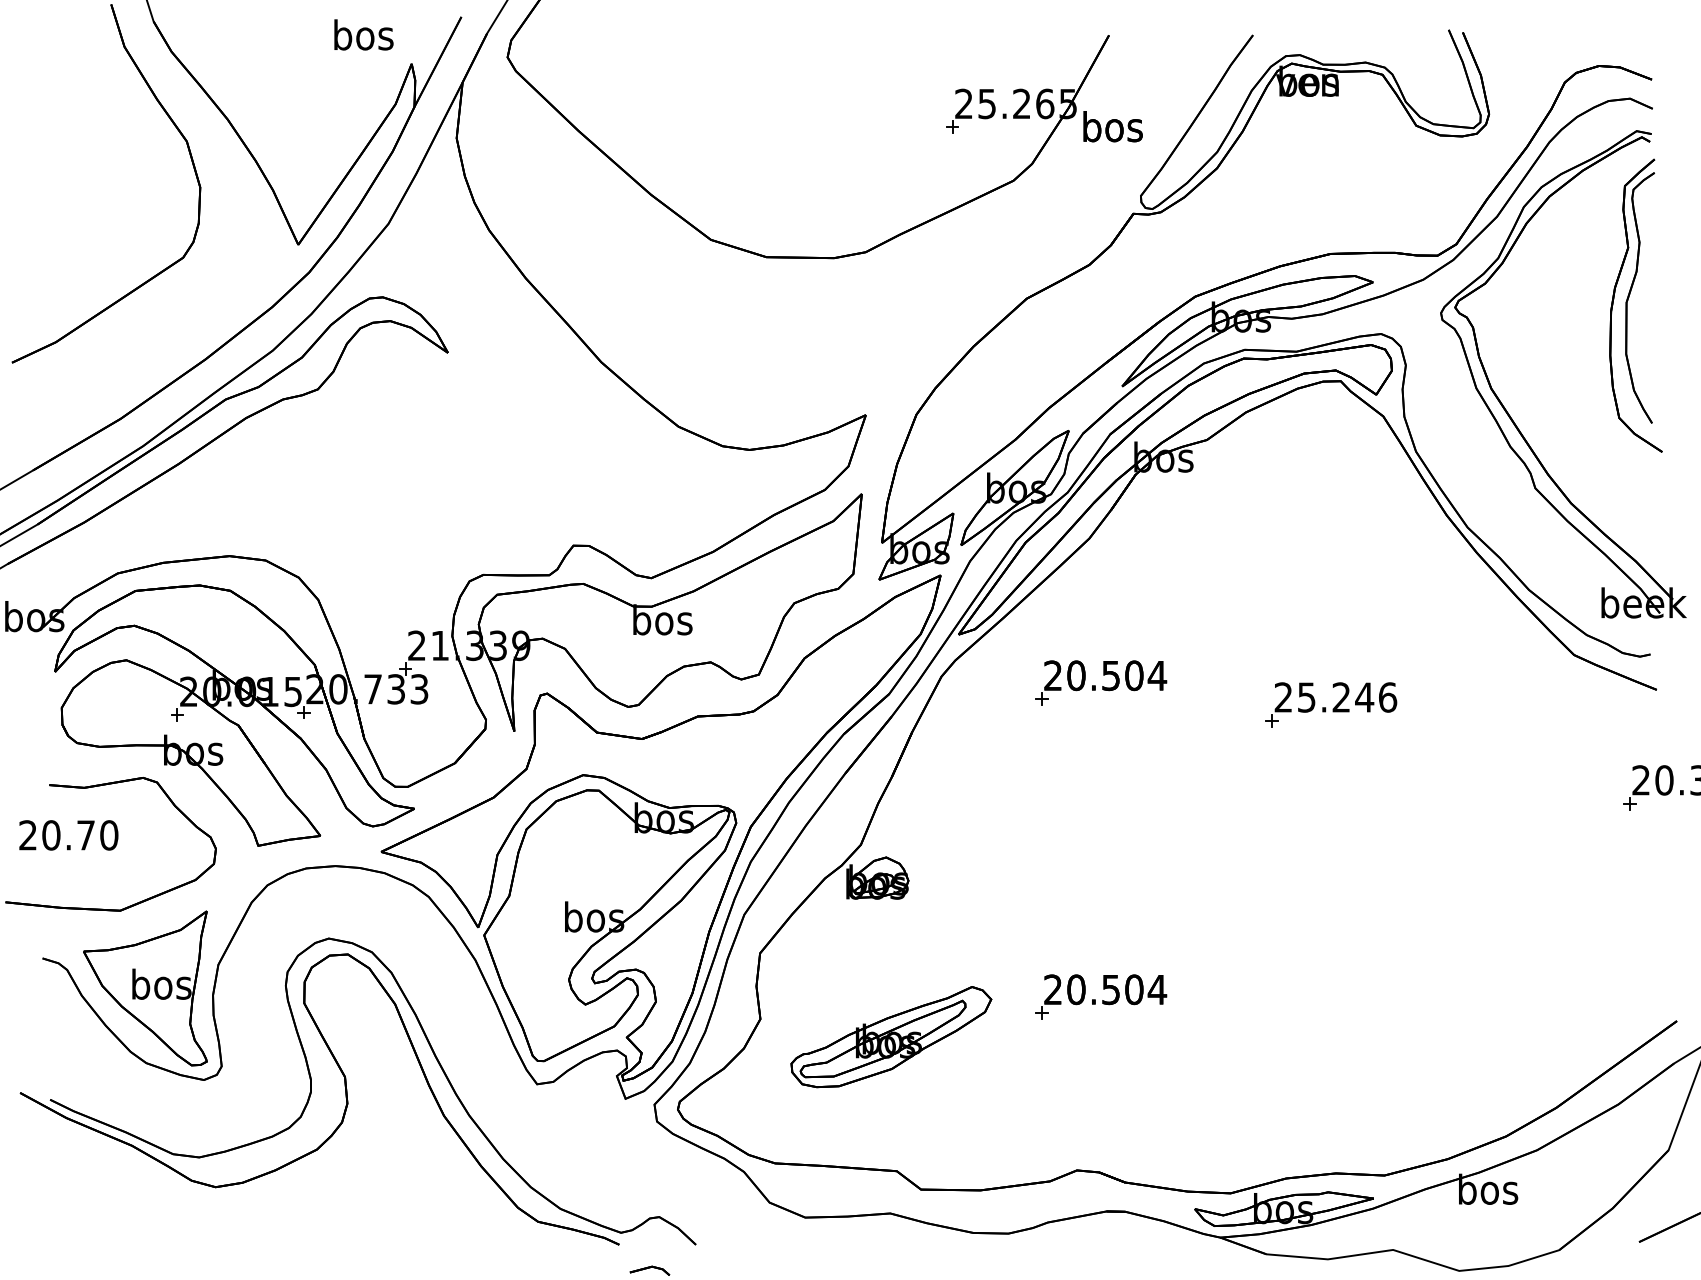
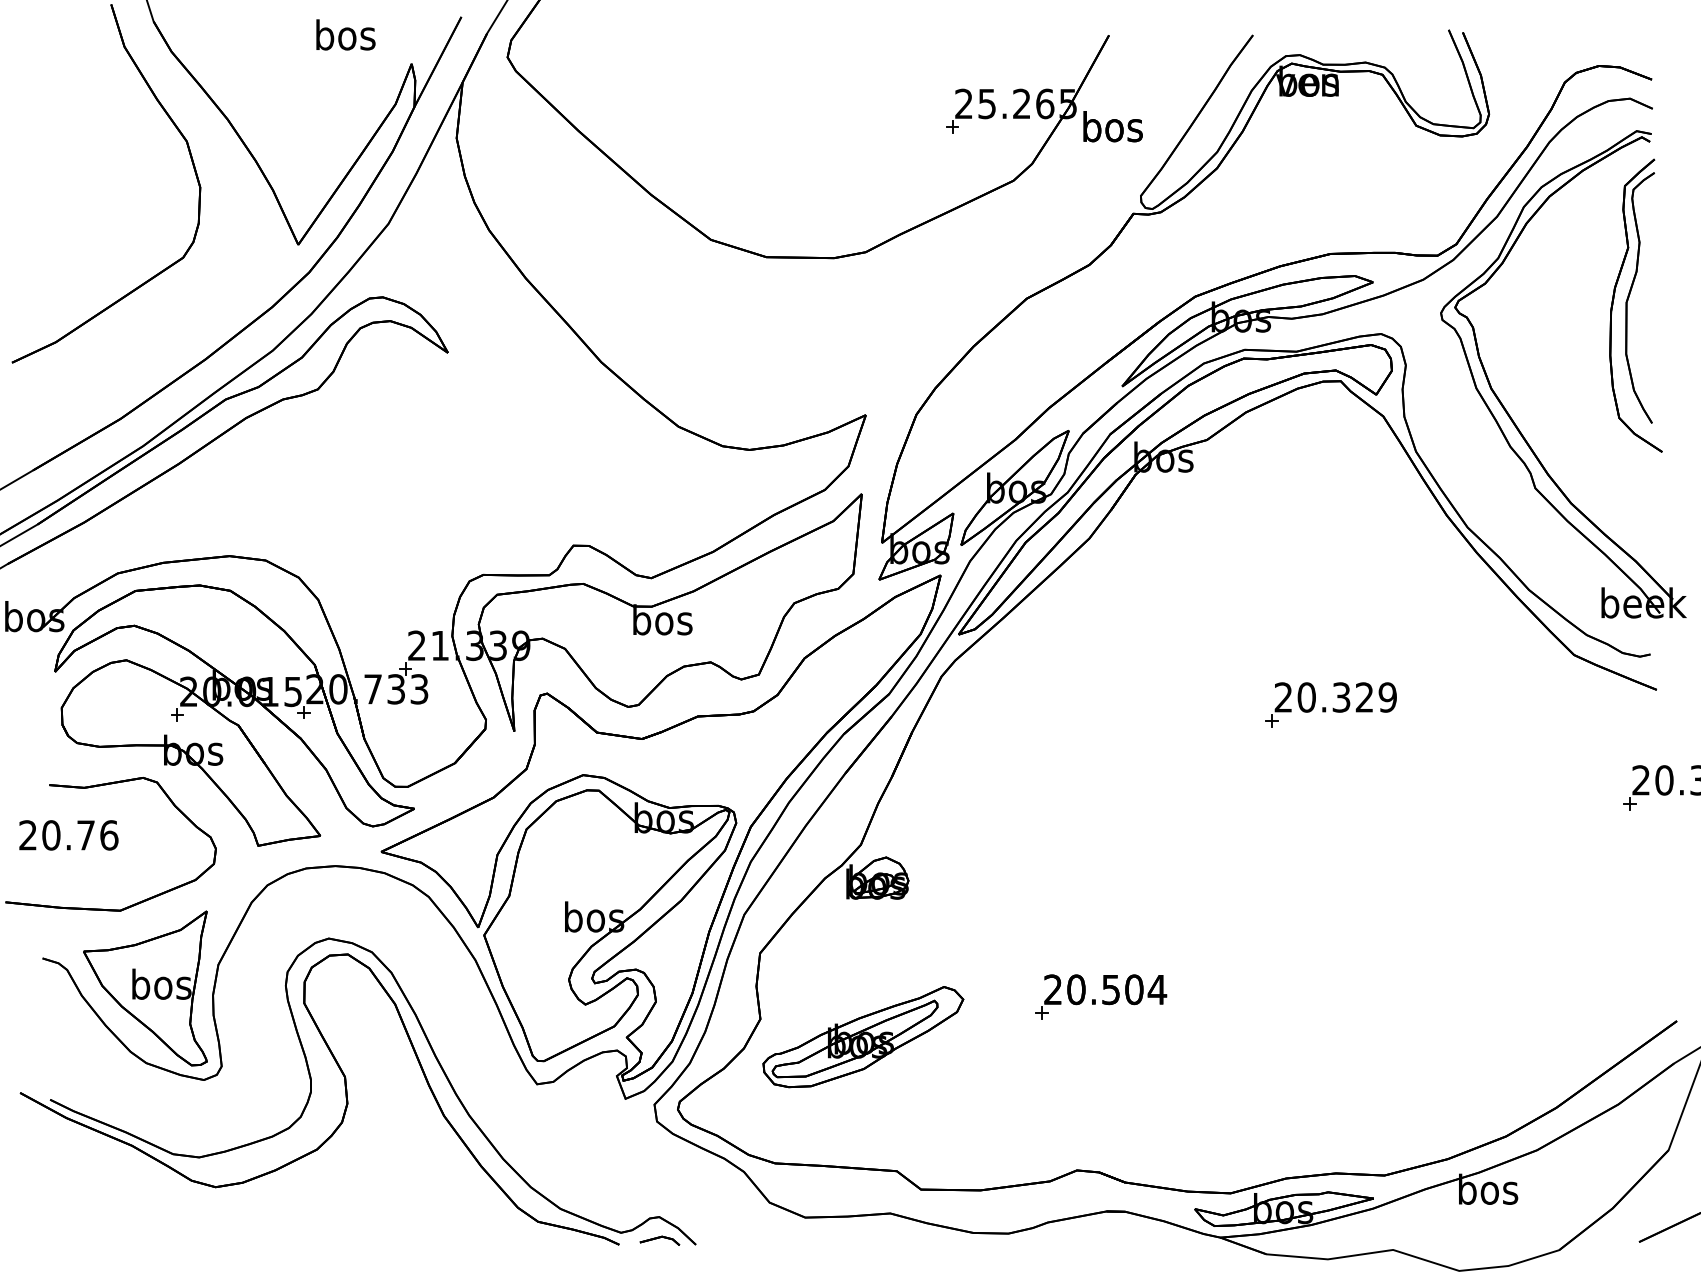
text at (363, 34) position: (363, 34) -> (345, 34)
part at (1101, 682): present -> none
text at (1347, 697): 25.246 -> 20.329
text at (109, 835): 20.70 -> 20.76
part at (891, 1037) position: (891, 1037) -> (863, 1037)
part at (649, 1270) position: (649, 1270) -> (659, 1240)
